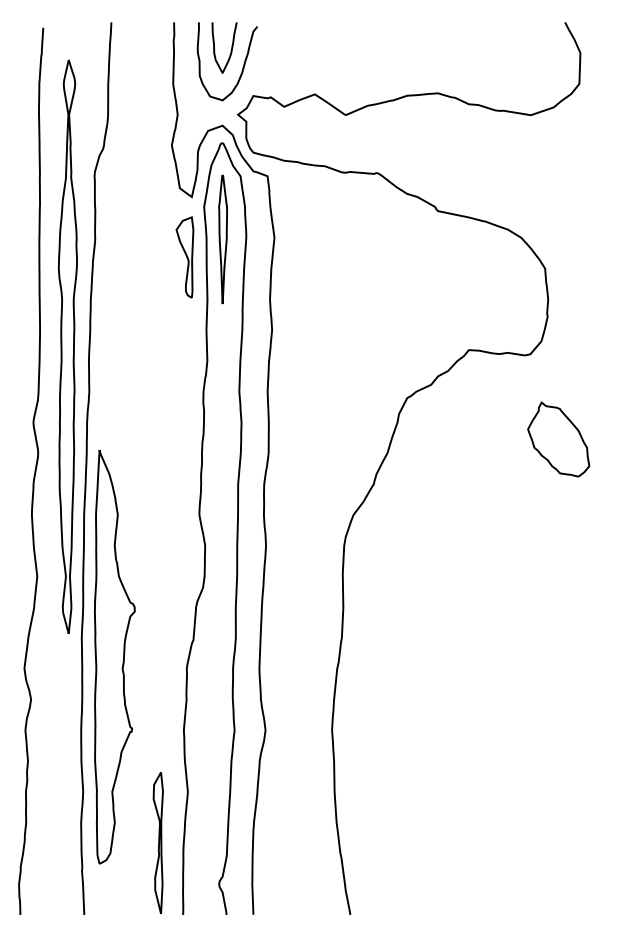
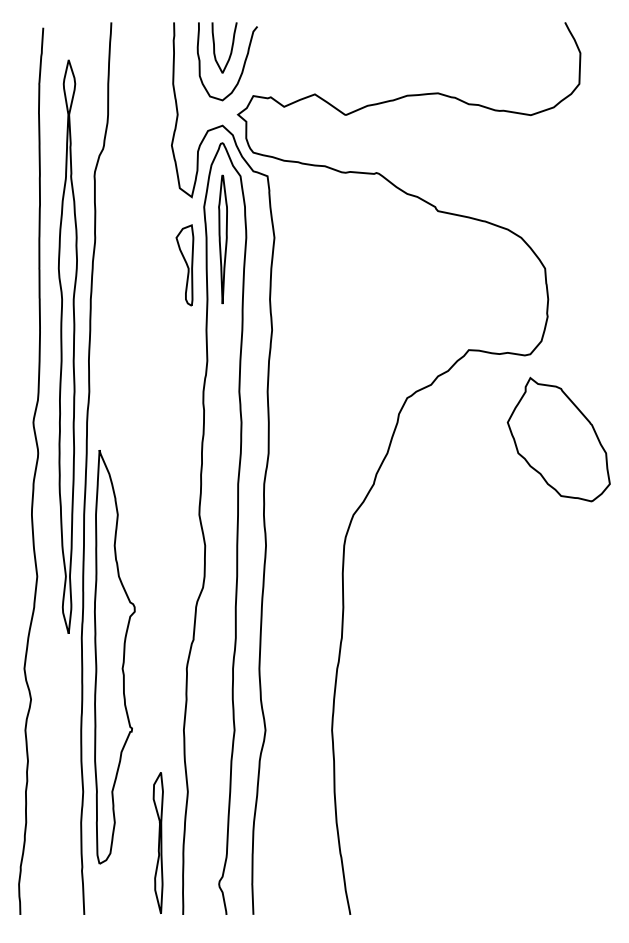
part at (184, 257) position: (184, 257) -> (184, 265)
part at (558, 439) size: 64x77 px -> 105x127 px
